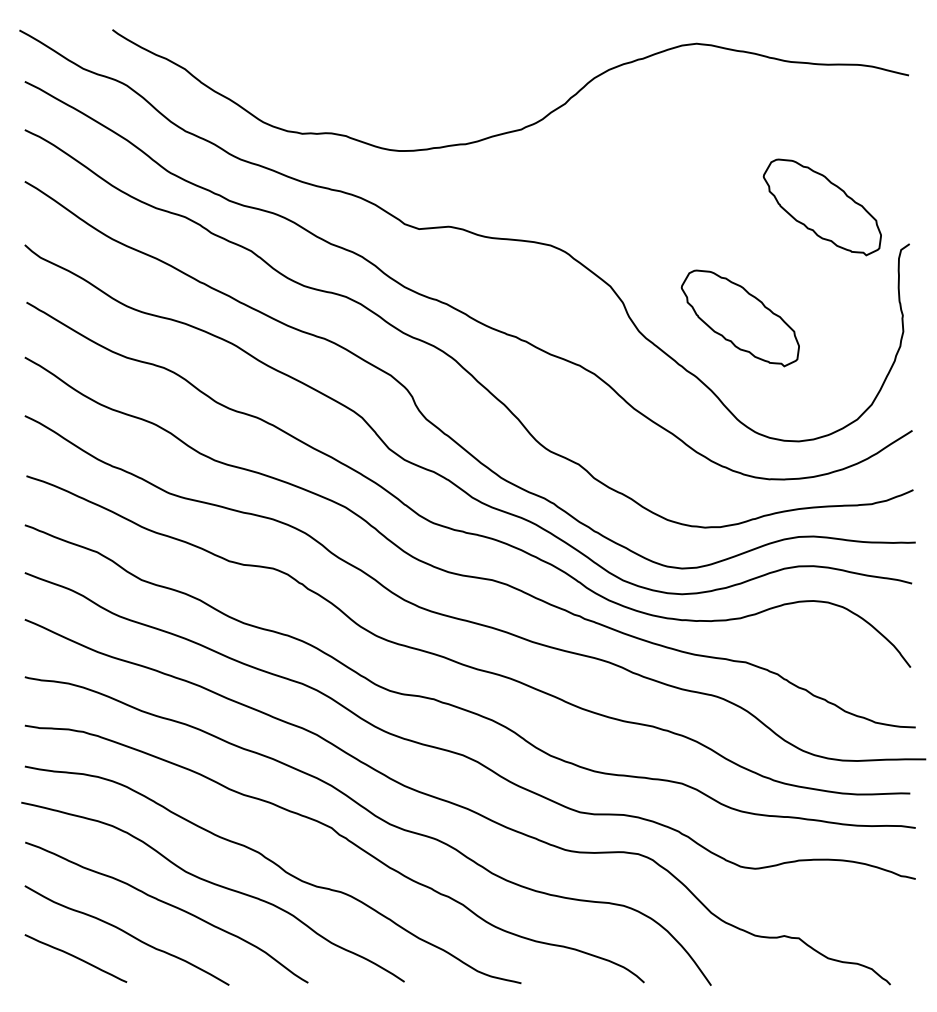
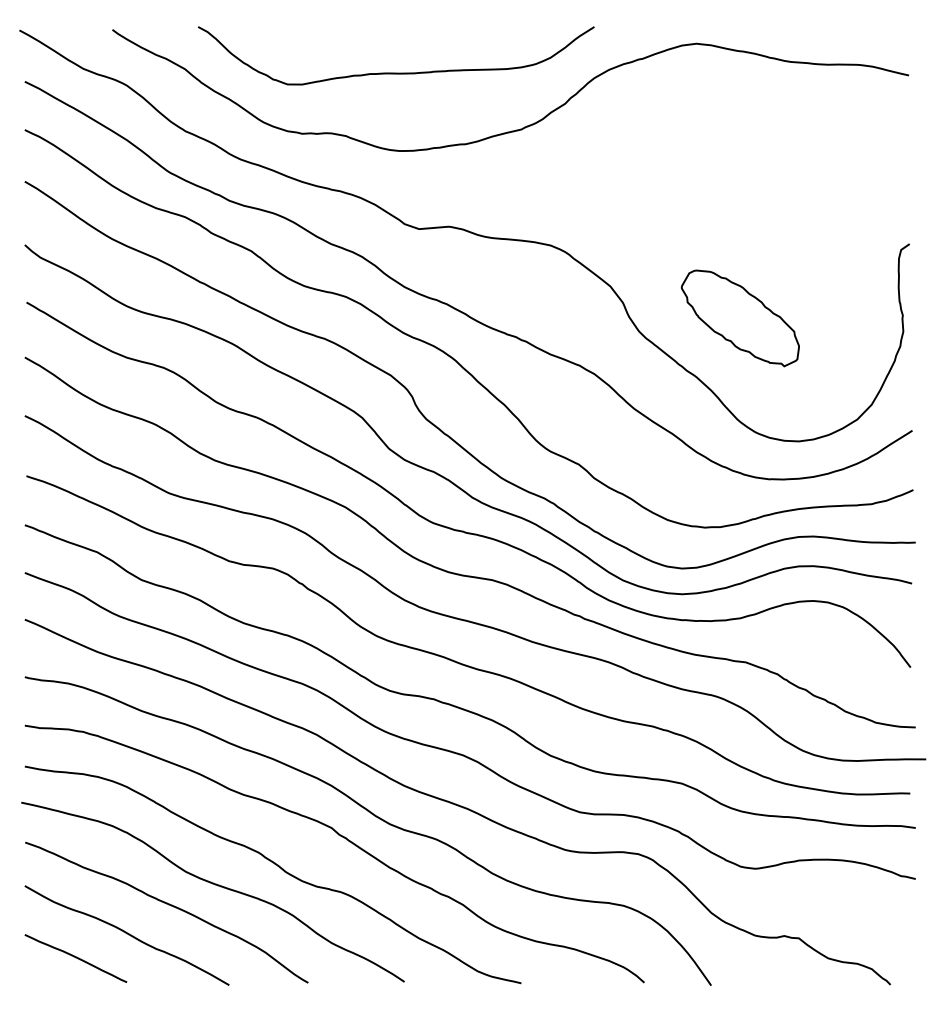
curve at (396, 72): none -> present
part at (821, 207): present -> none
